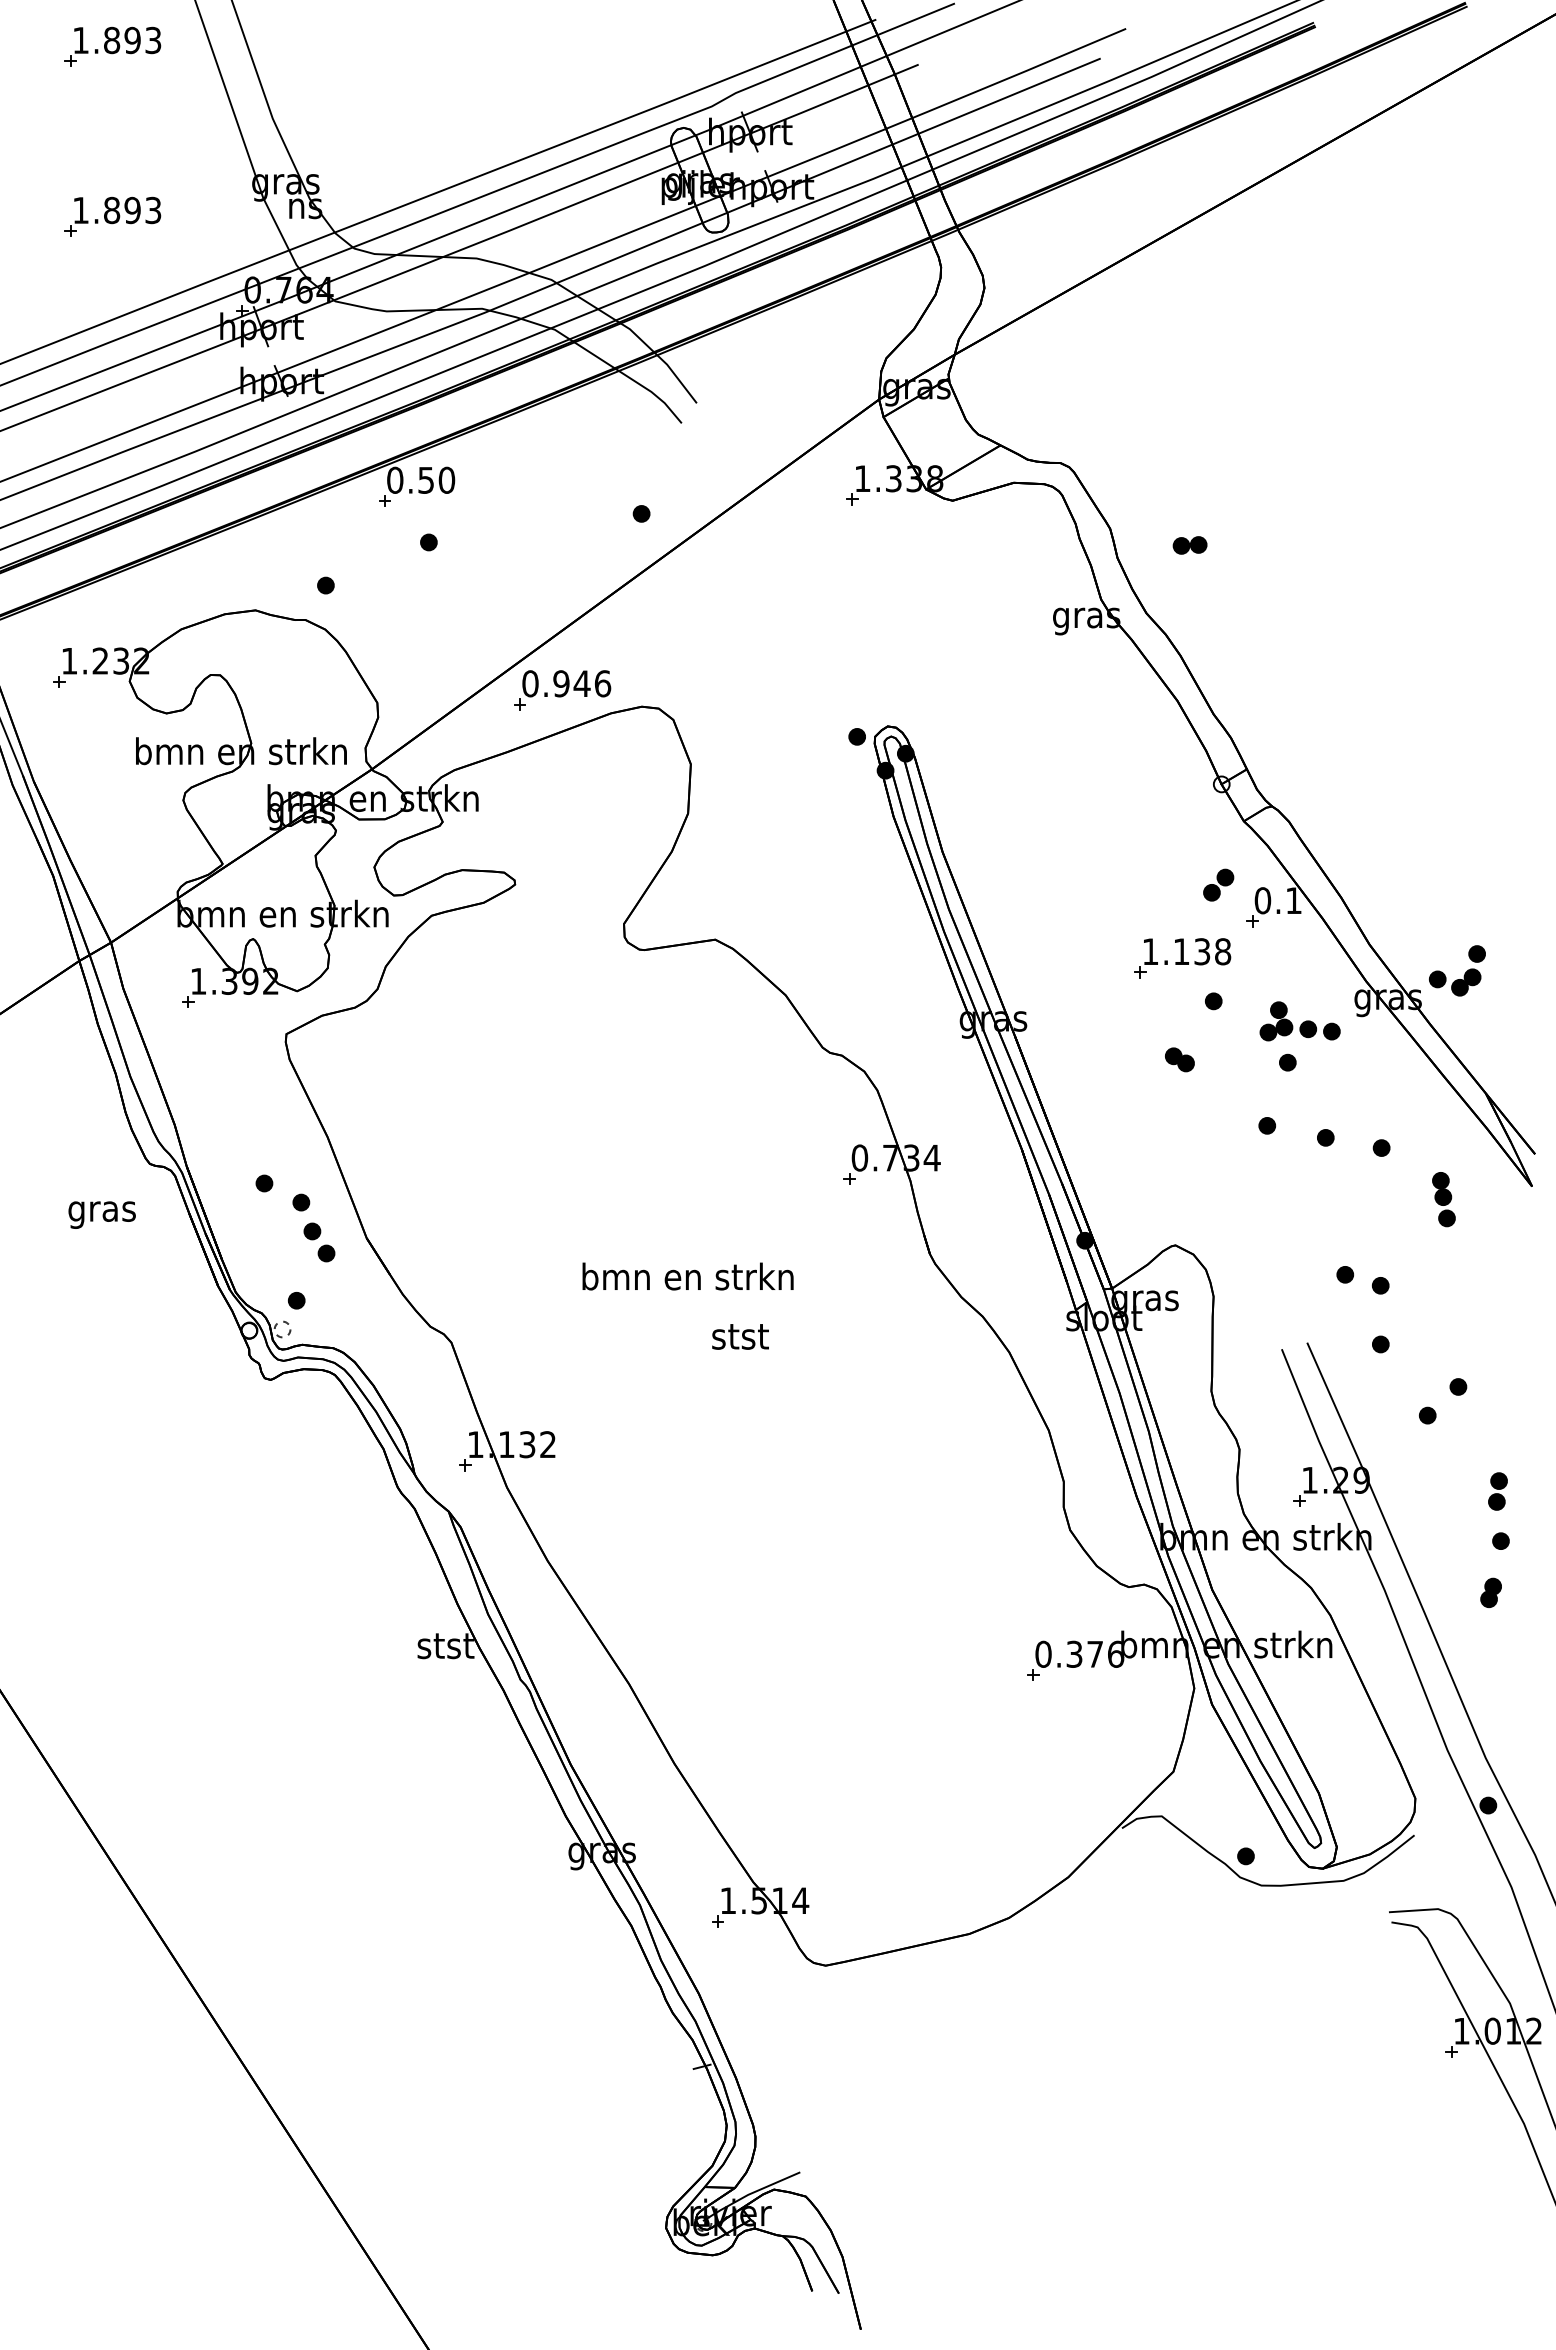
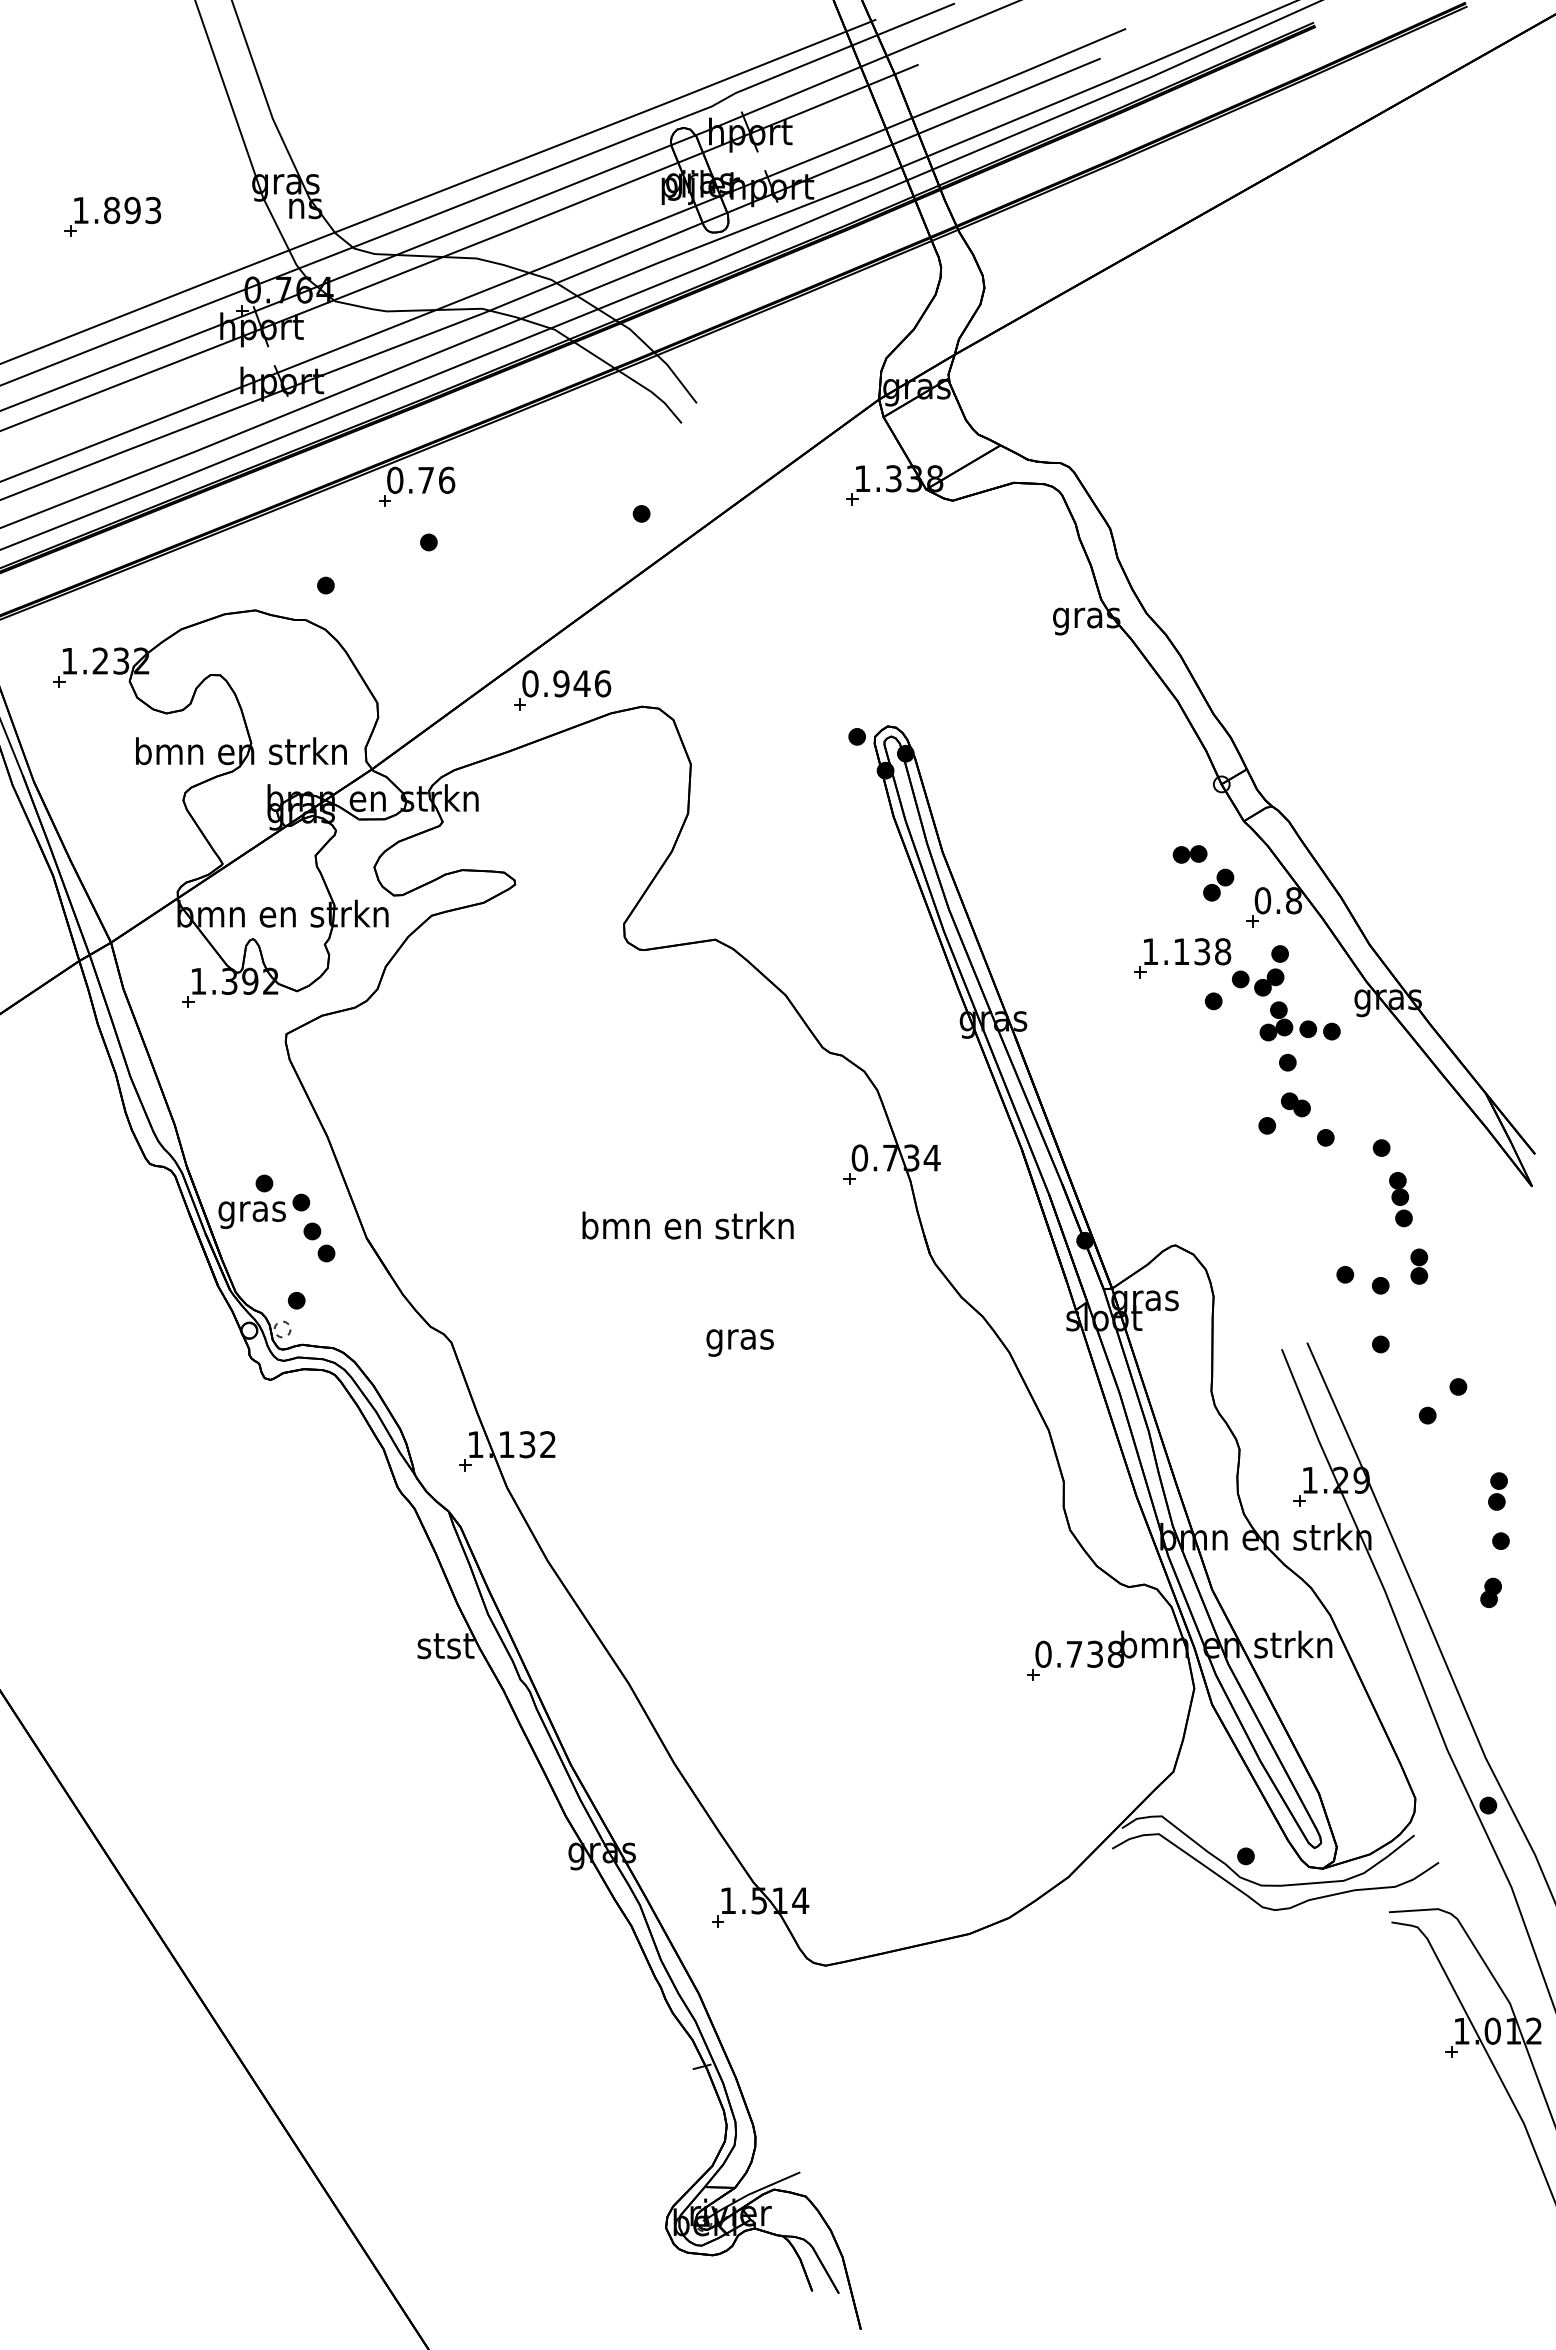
part at (112, 46): present -> none
text at (436, 479): 0.50 -> 0.76
part at (1189, 545) position: (1189, 545) -> (1189, 854)
text at (1293, 900): 0.1 -> 0.8
part at (1464, 973) position: (1464, 973) -> (1267, 973)
part at (1179, 1059) position: (1179, 1059) -> (1295, 1104)
part at (1443, 1199) position: (1443, 1199) -> (1400, 1199)
text at (101, 1214) position: (101, 1214) -> (251, 1214)
part at (1419, 1266): none -> present
text at (687, 1276) position: (687, 1276) -> (687, 1225)
text at (739, 1340): stst -> gras
text at (1095, 1653): 0.376 -> 0.738
curve at (1254, 1899): none -> present
